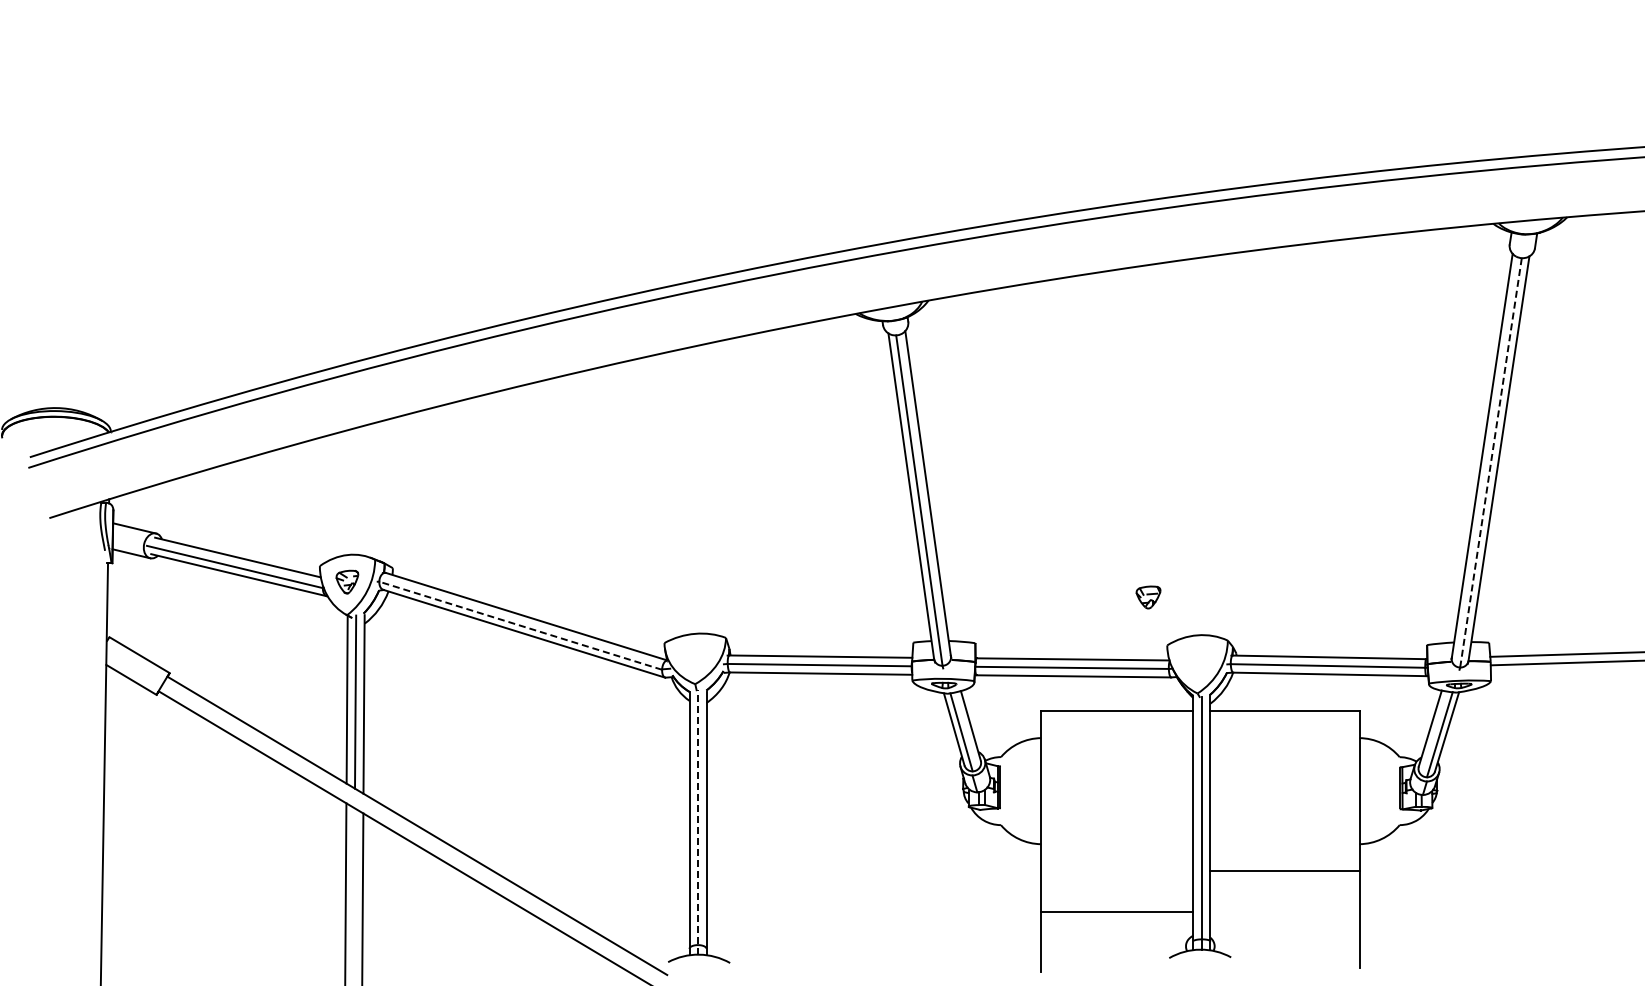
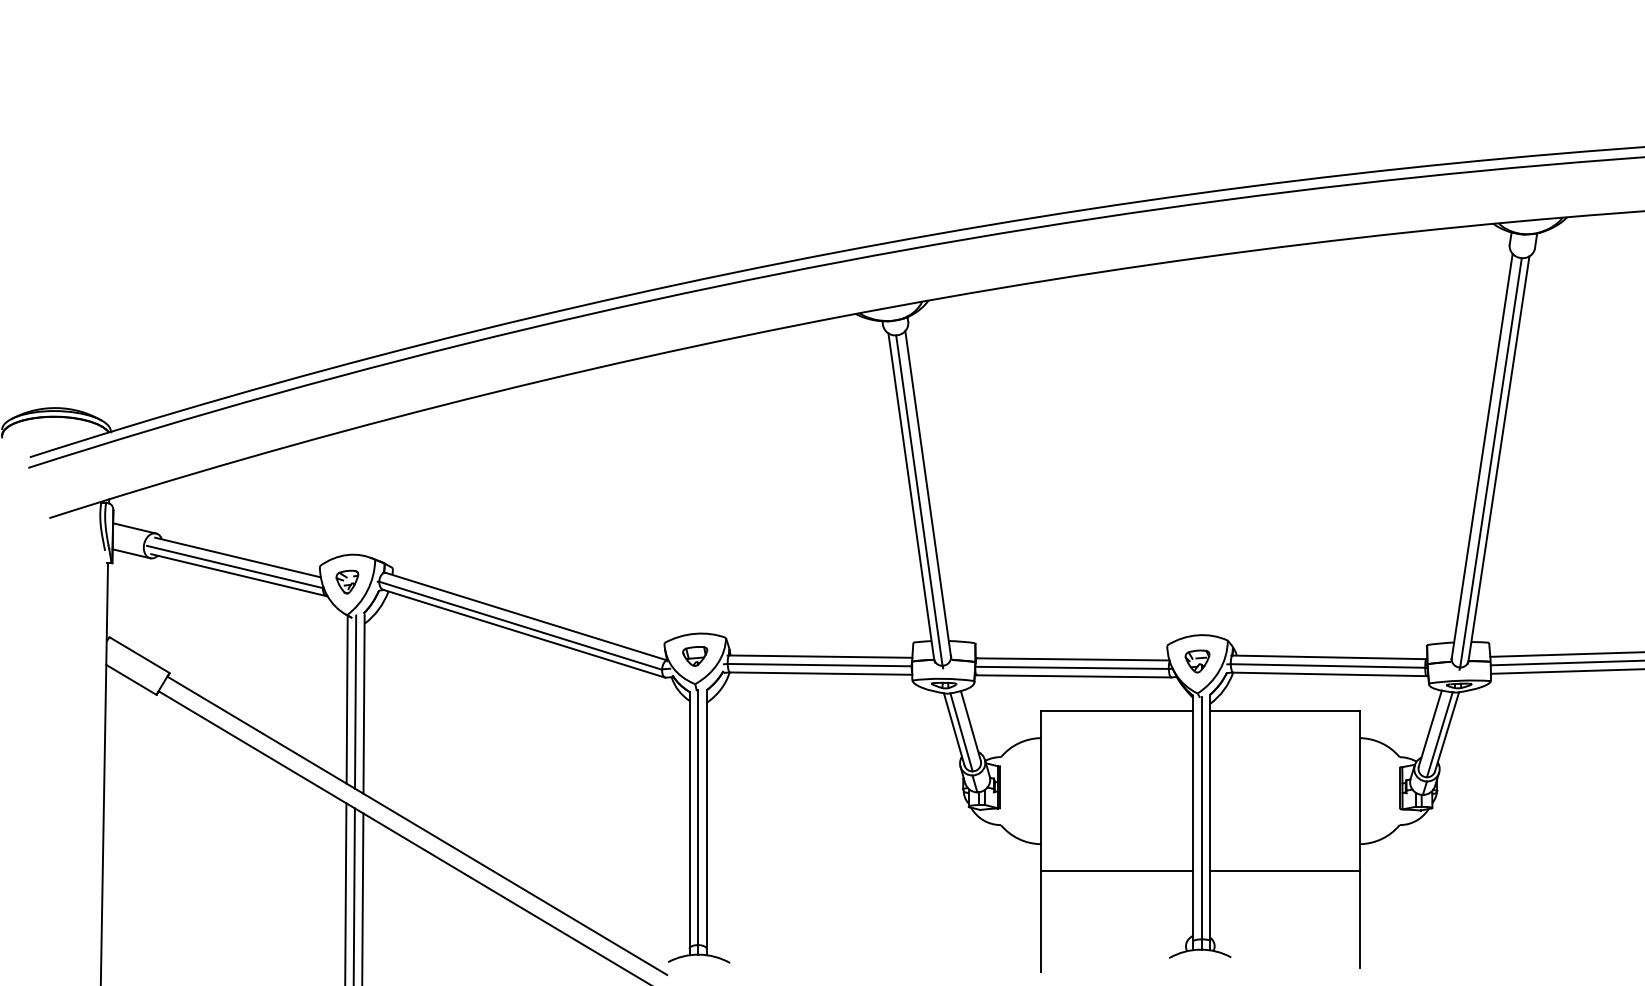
line at (1491, 462): dashed -> solid
part at (1148, 597) position: (1148, 597) -> (1197, 661)
line at (520, 625): dashed -> solid
part at (695, 656): none -> present
line at (1565, 671): none -> present
line at (698, 822): dashed -> solid
line at (353, 895): none -> present
line at (1117, 911) position: (1117, 911) -> (1117, 870)
